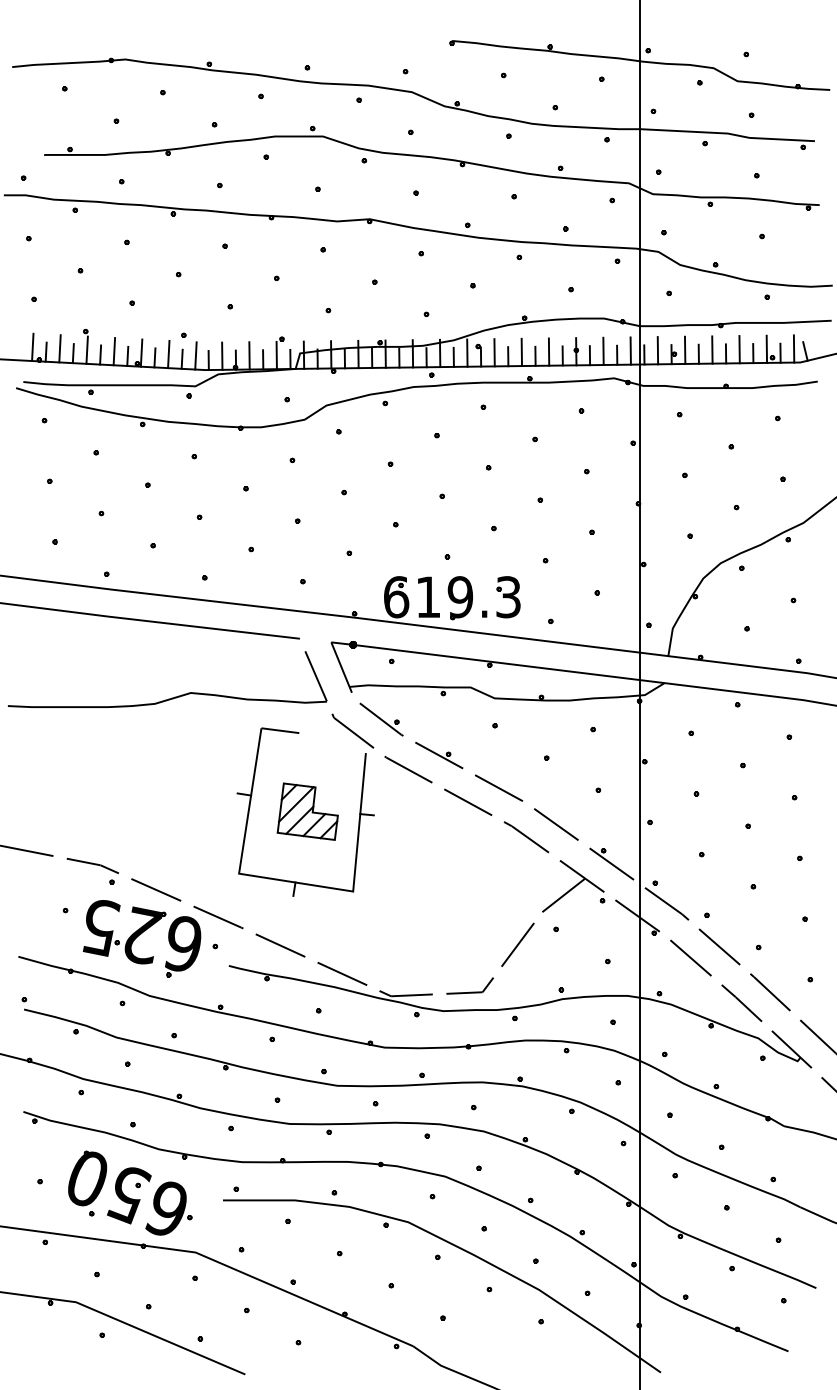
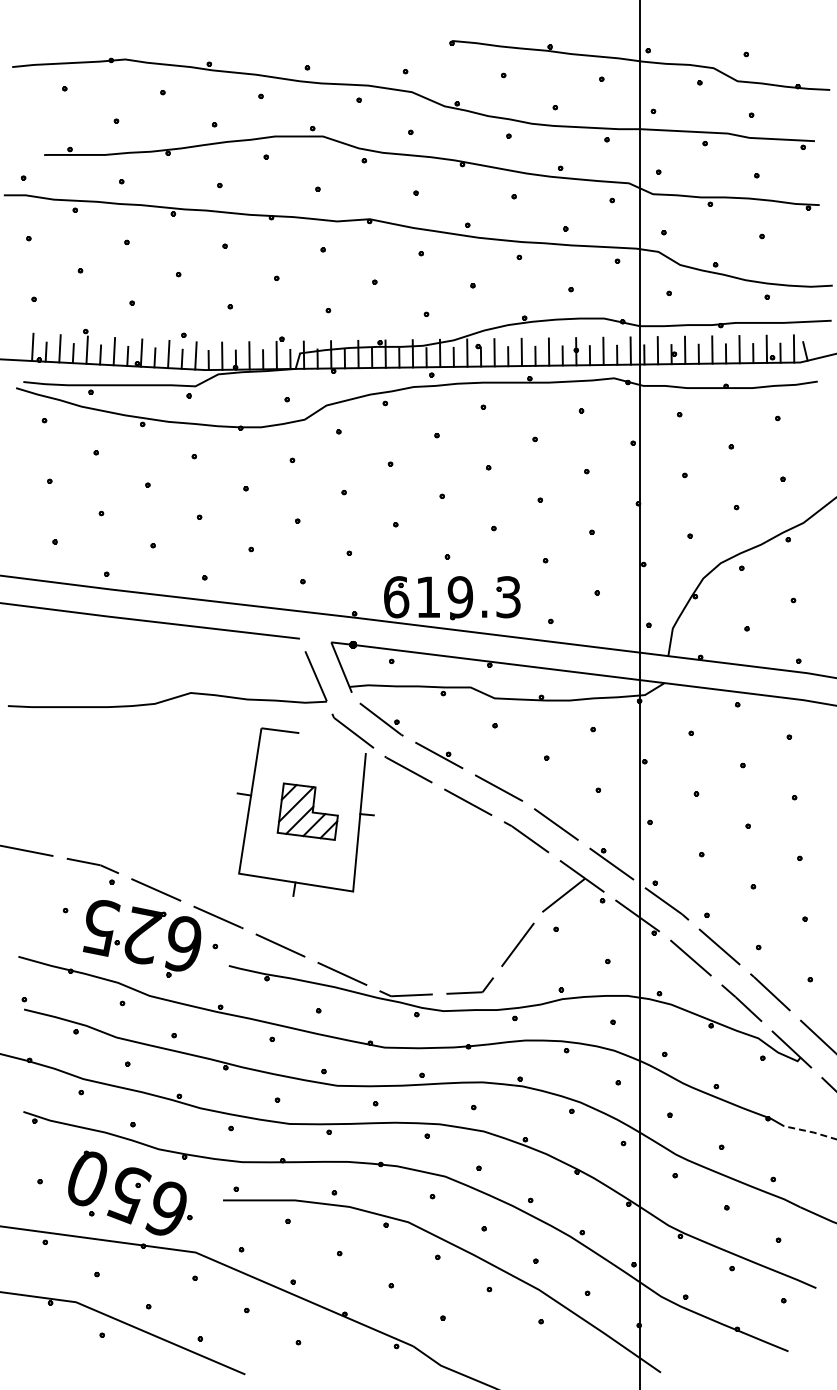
line at (811, 1131): solid -> dashed
